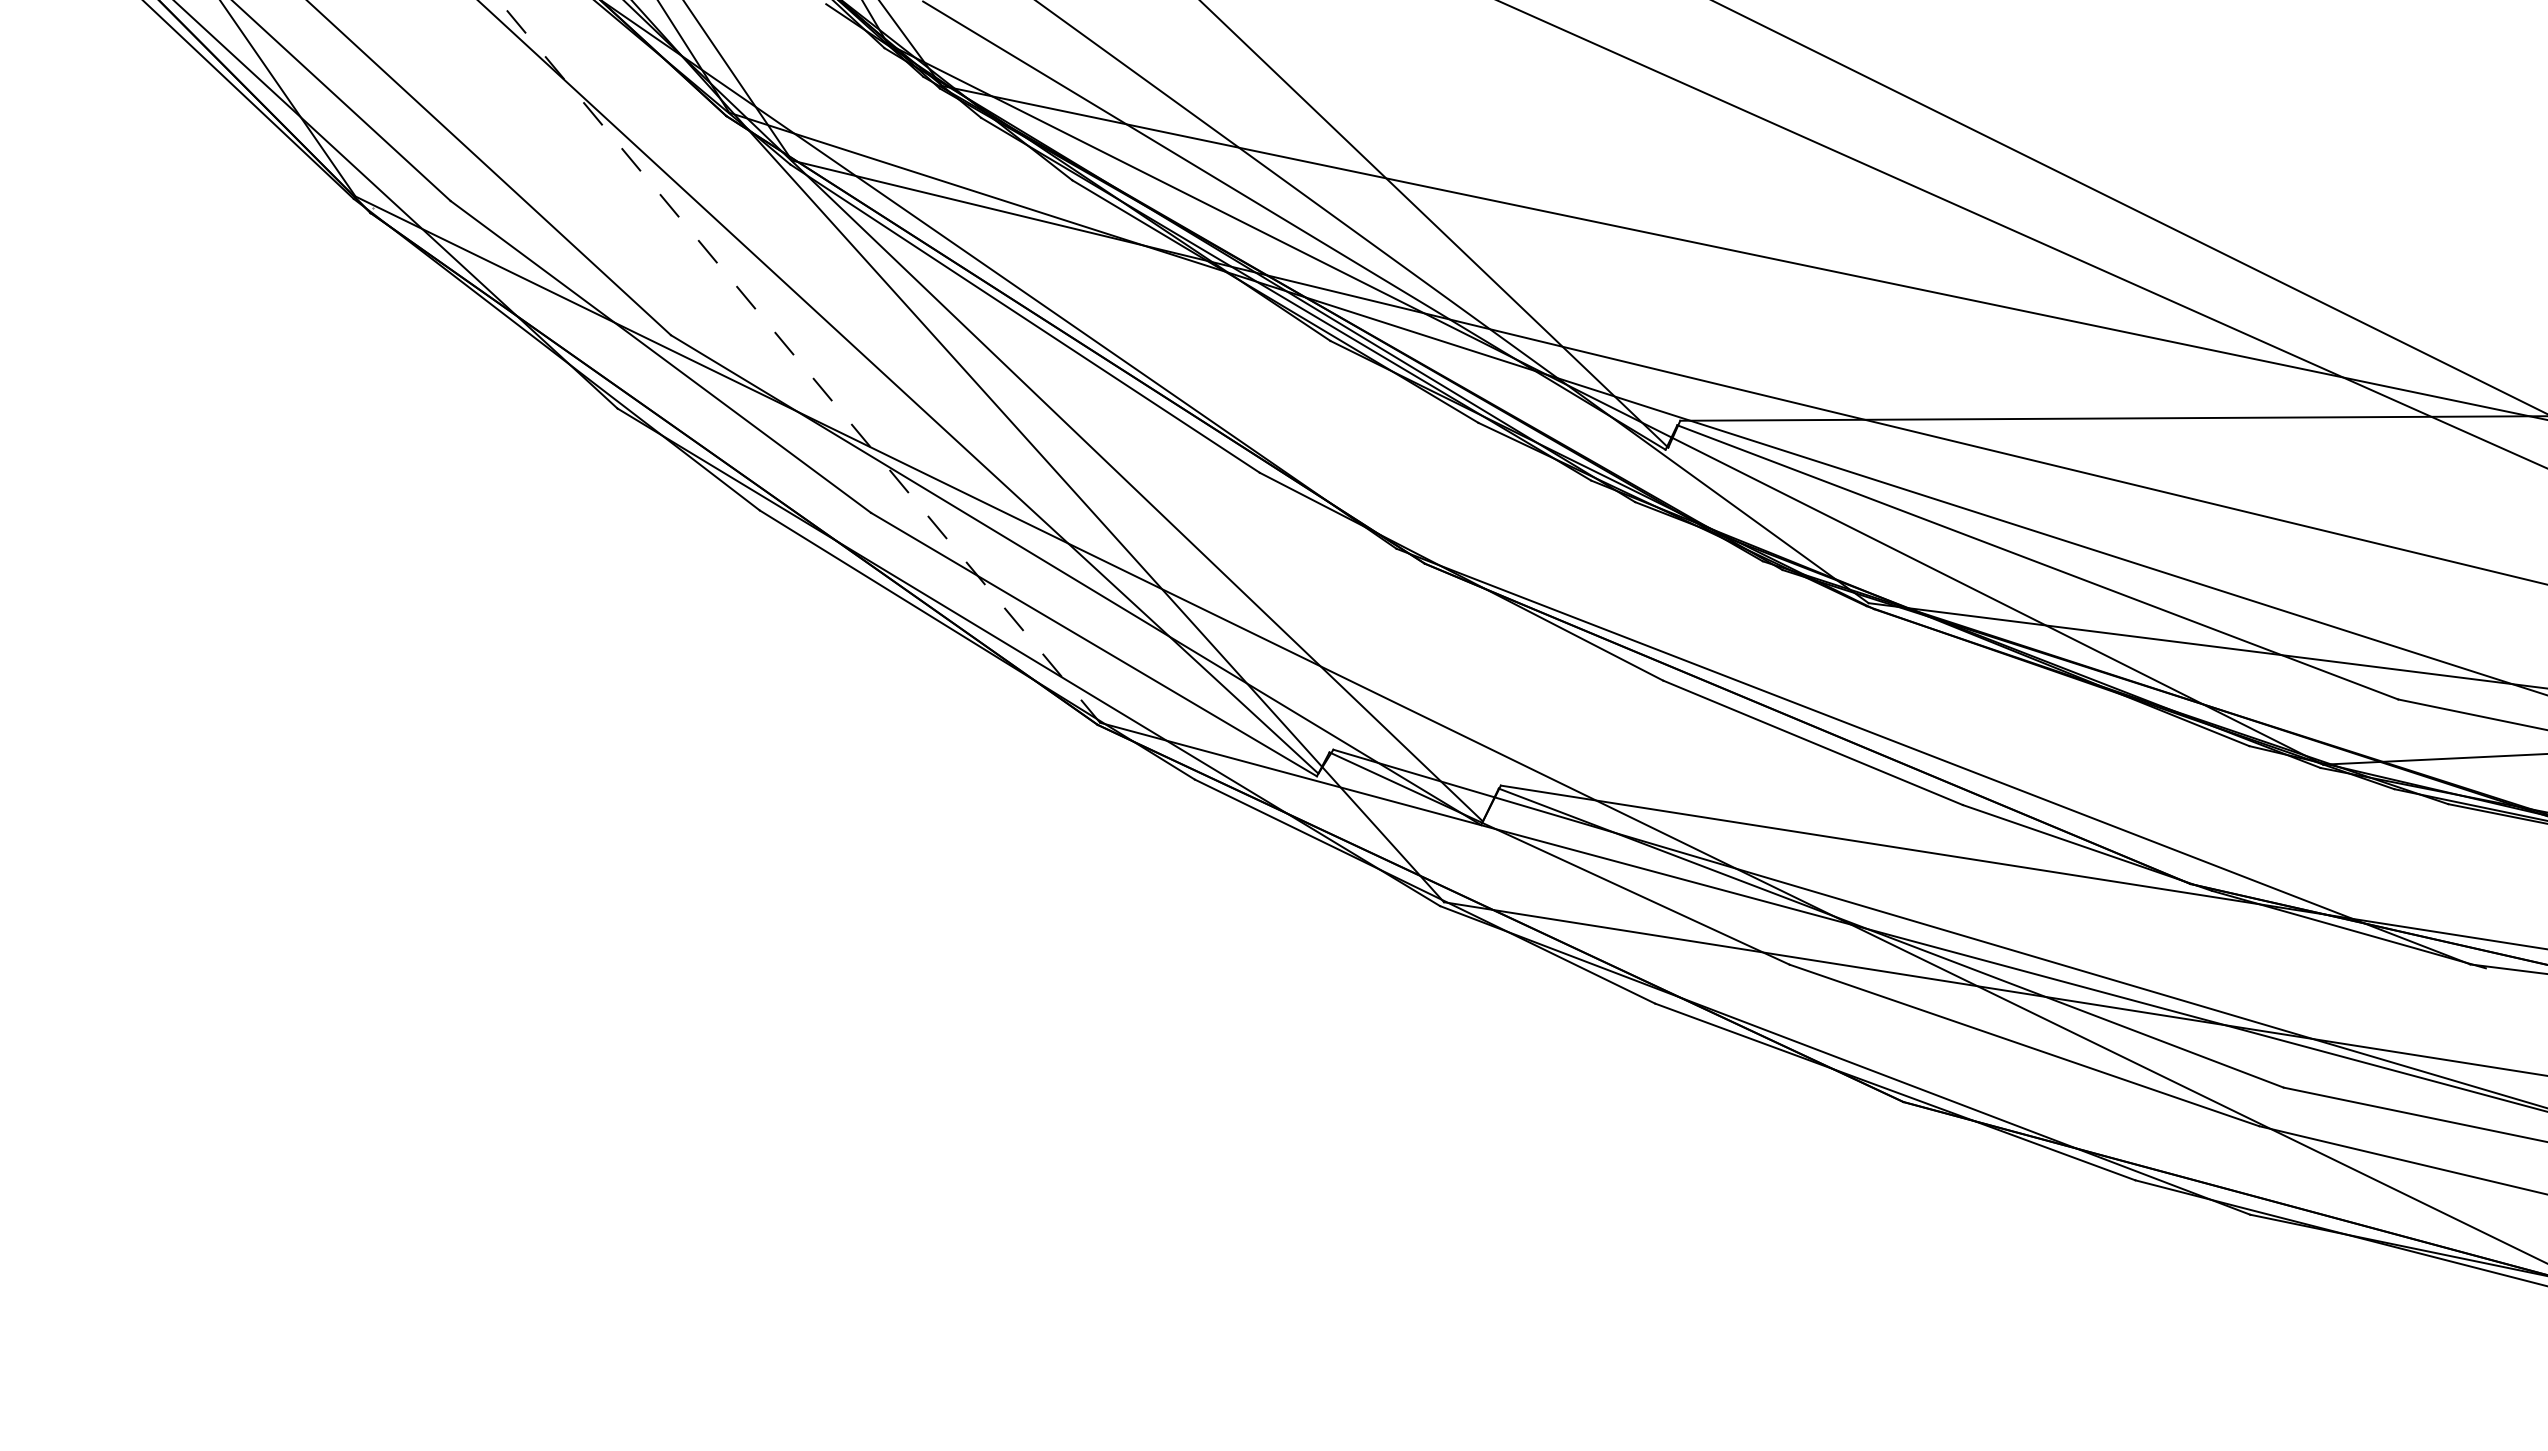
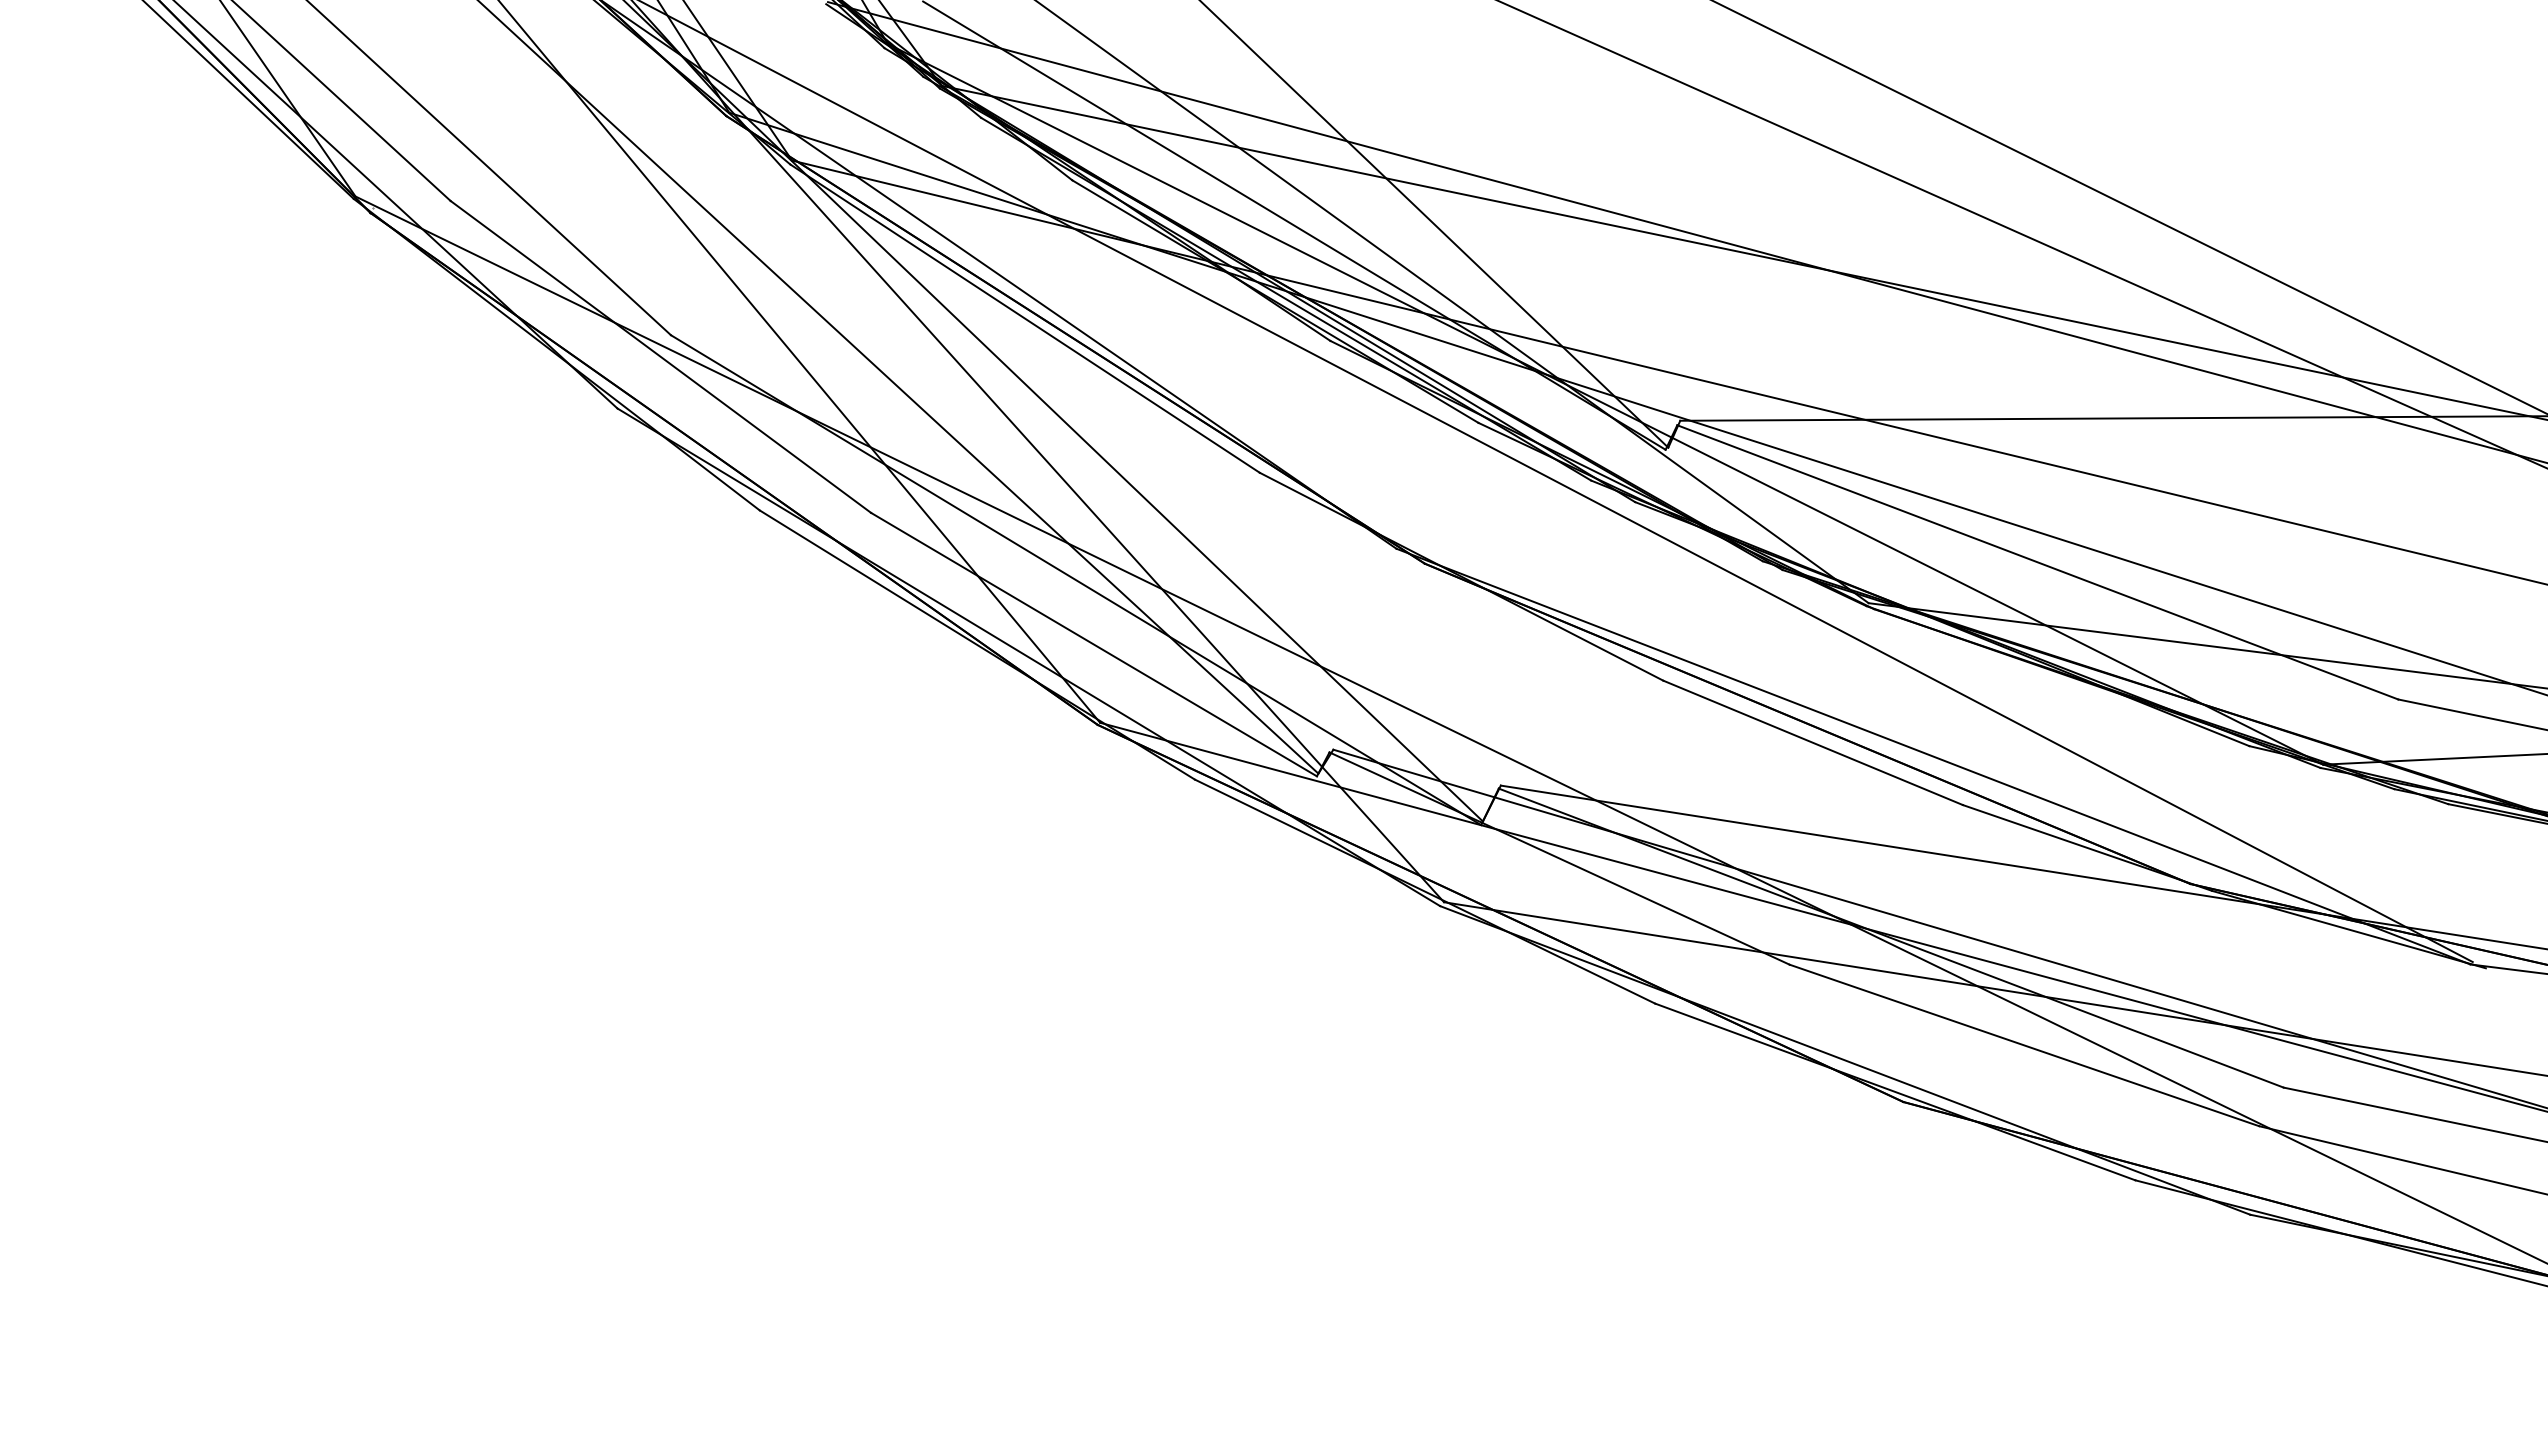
line at (1686, 232): none -> present
line at (799, 361): dashed -> solid
line at (1557, 482): none -> present
